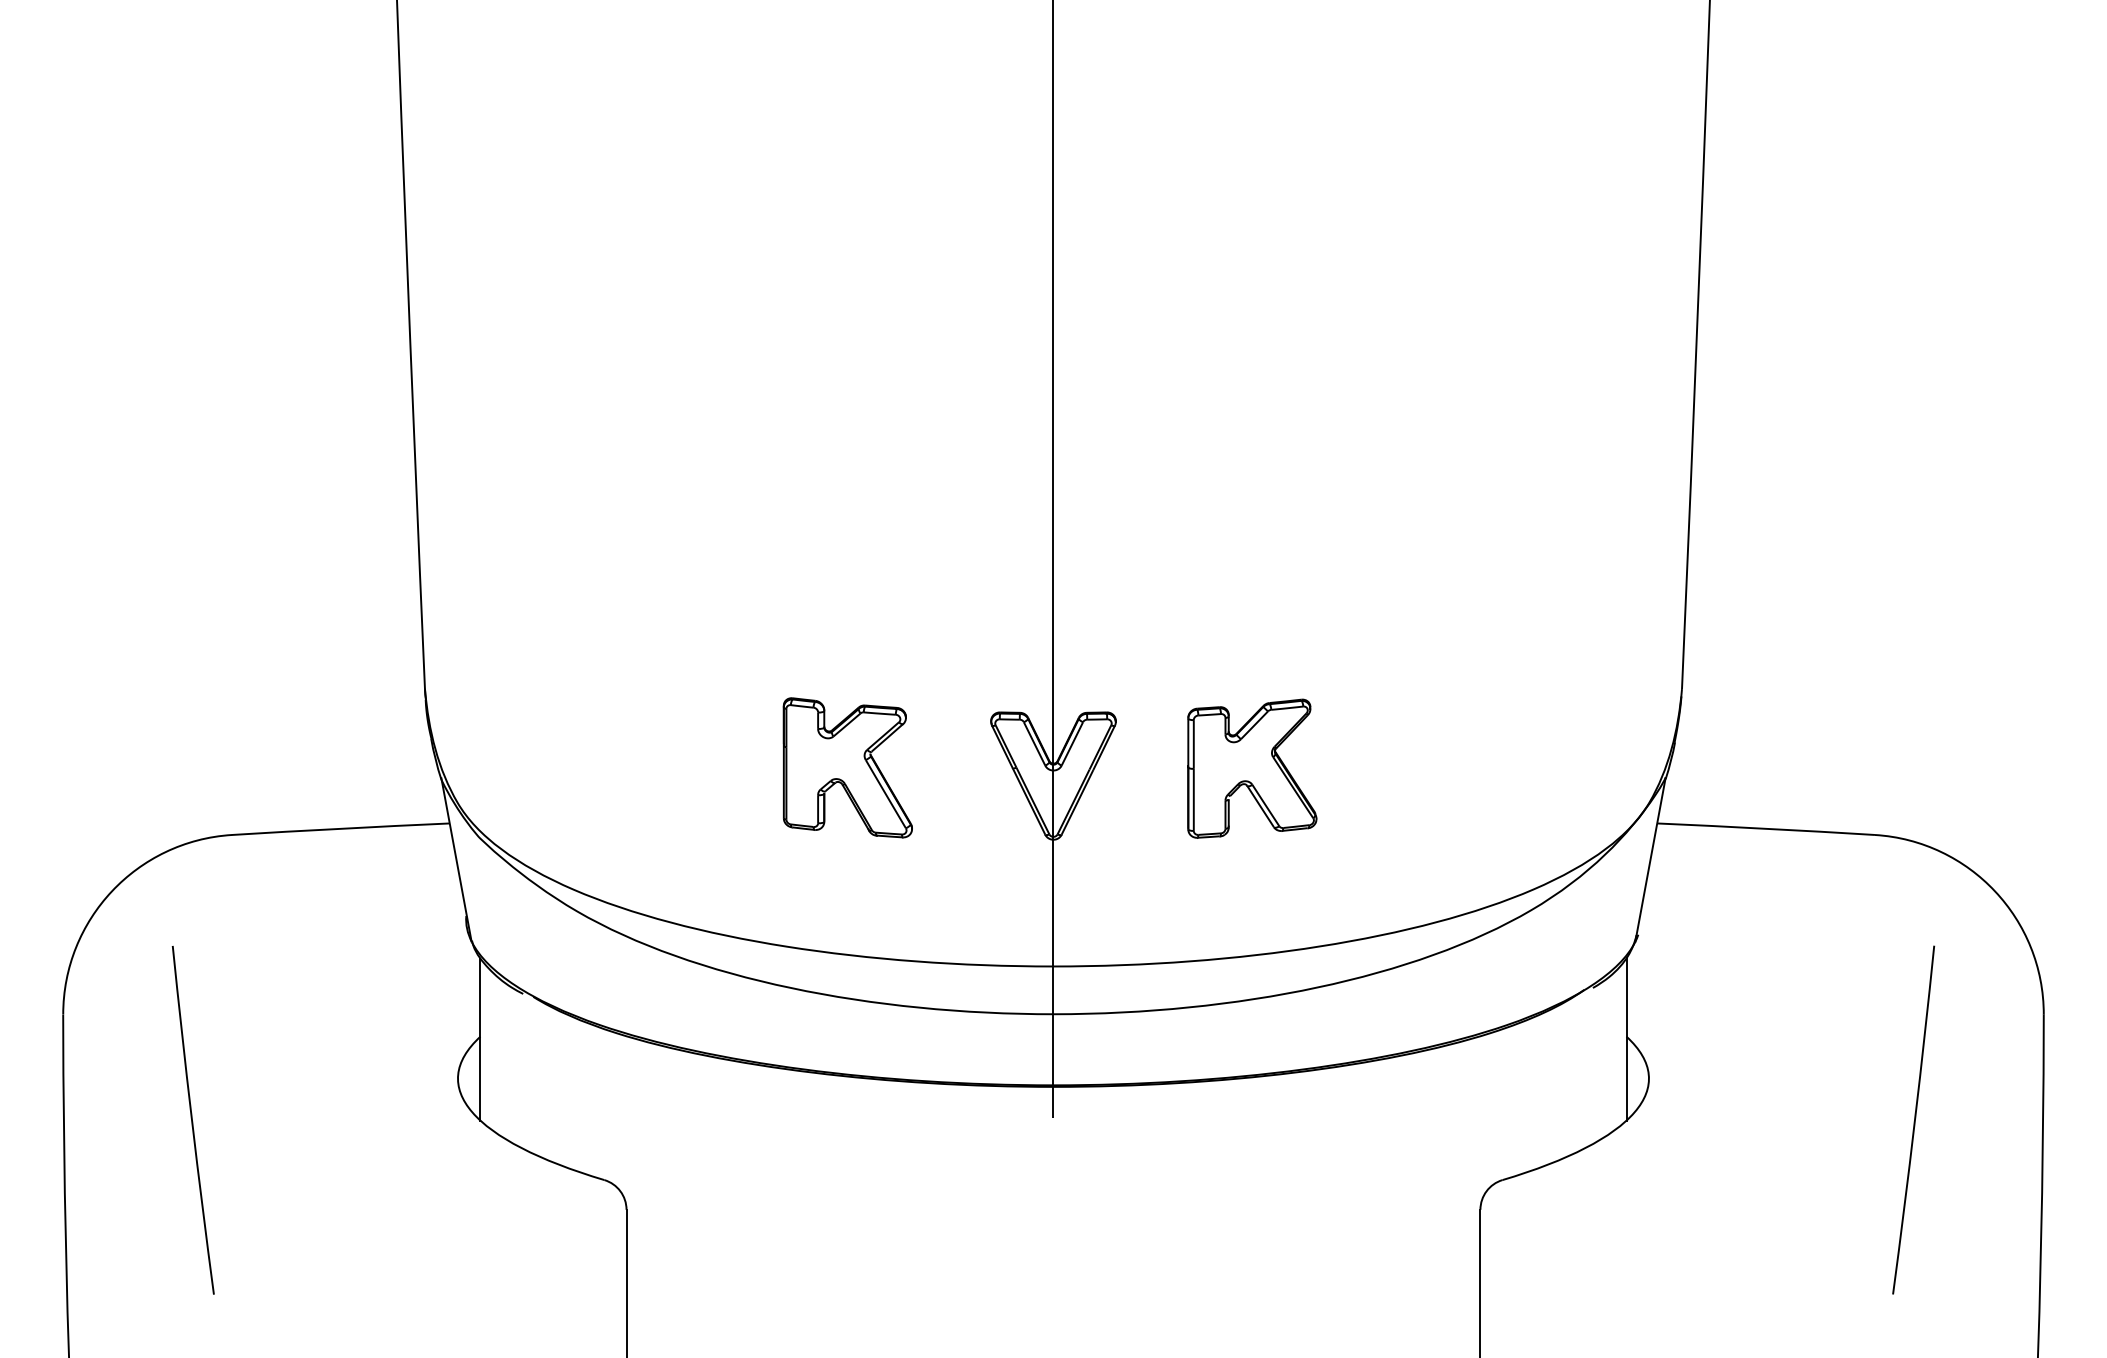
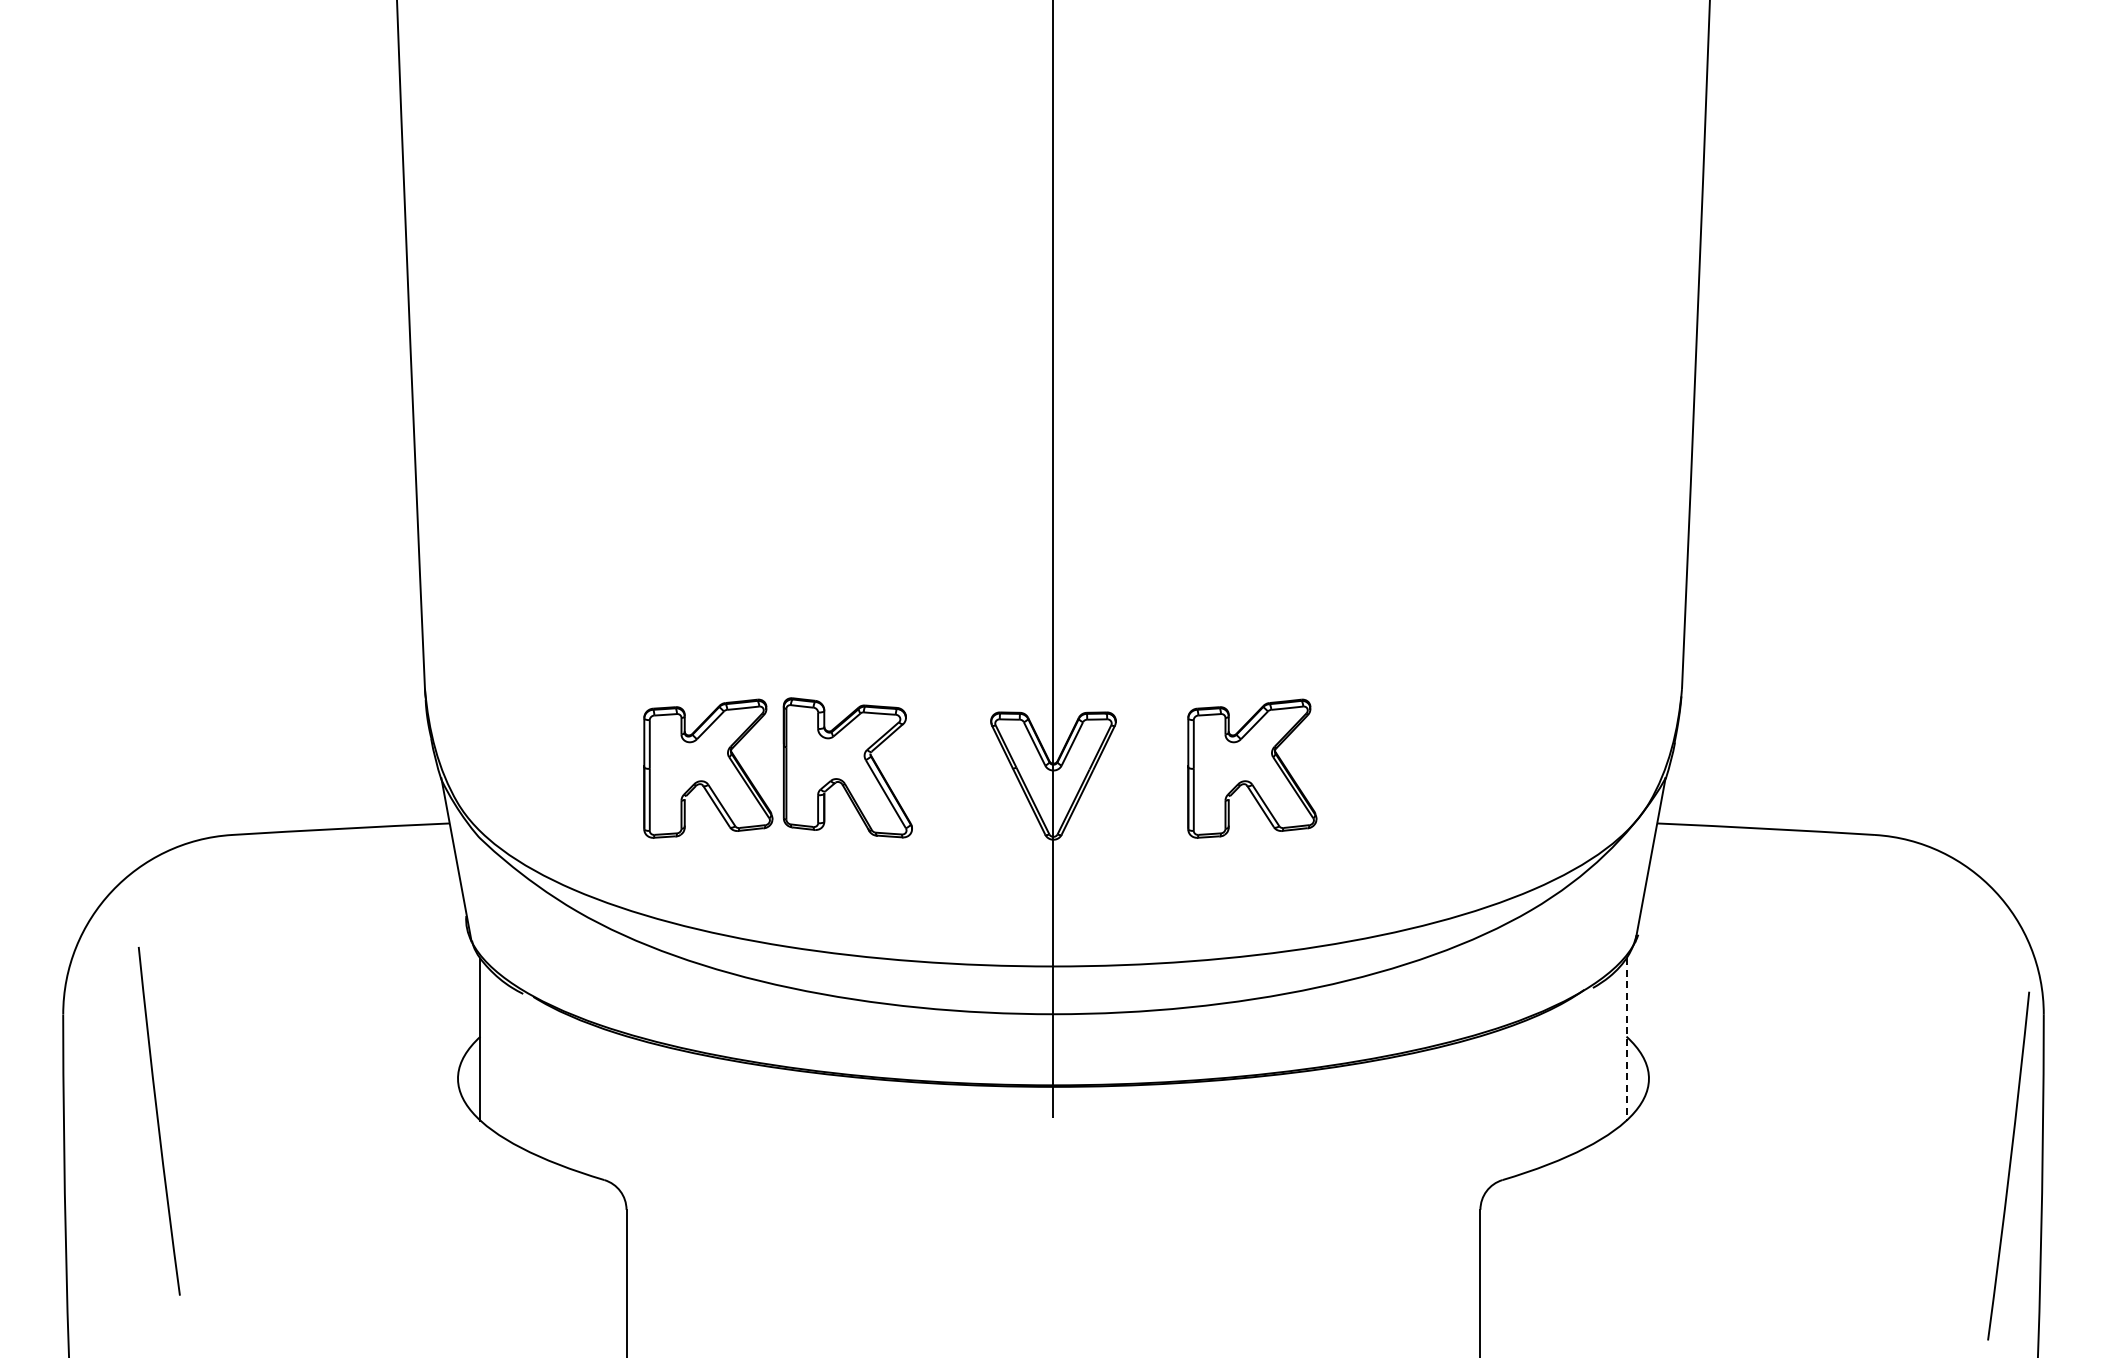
part at (708, 768): none -> present
line at (1626, 1040): solid -> dashed
arc at (1914, 1119) position: (1914, 1119) -> (2009, 1165)
arc at (192, 1120) position: (192, 1120) -> (158, 1121)
